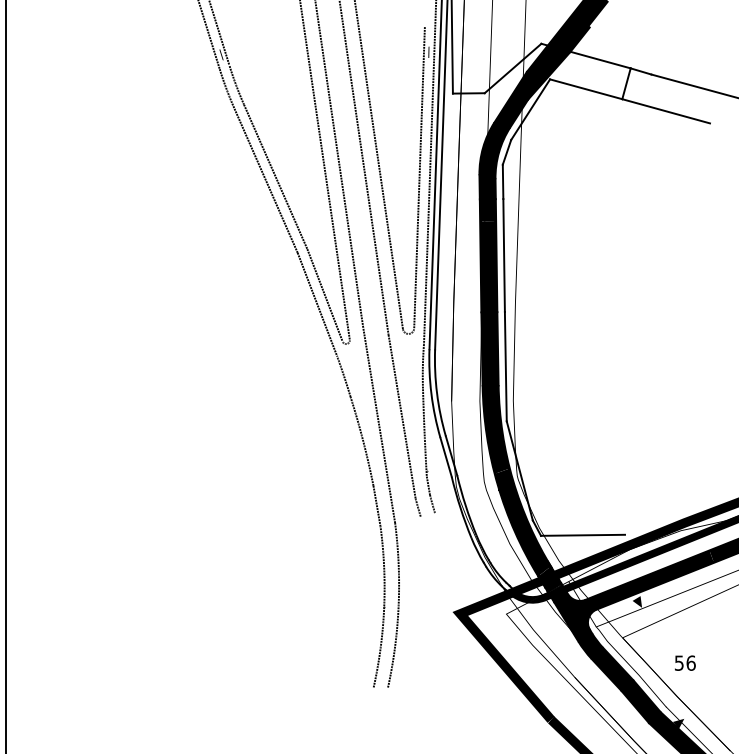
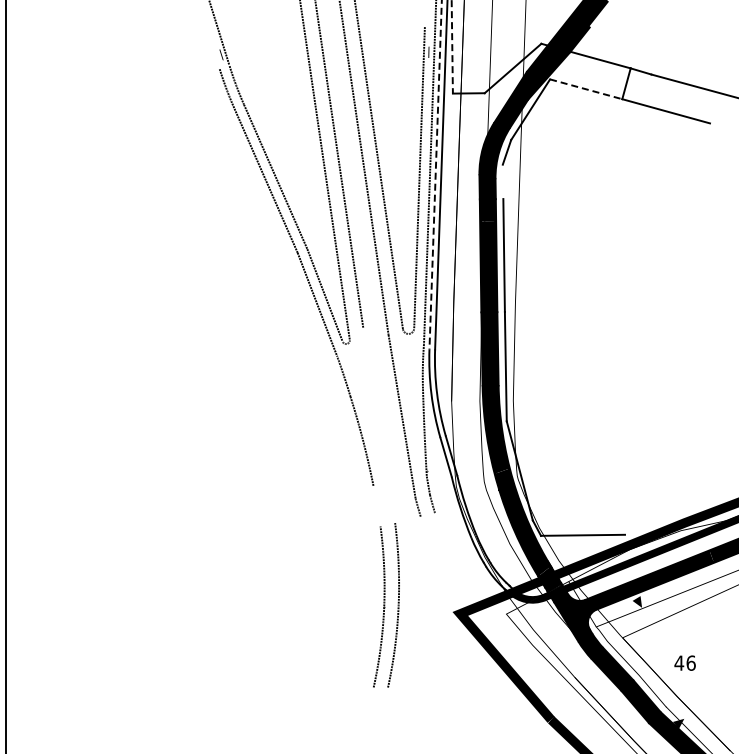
line at (208, 35): present -> none
line at (452, 46): solid -> dashed
line at (586, 89): solid -> dashed
line at (435, 175): solid -> dashed
line at (502, 181): present -> none
line at (379, 425): present -> none
line at (376, 505): present -> none
text at (679, 662): 56 -> 46
